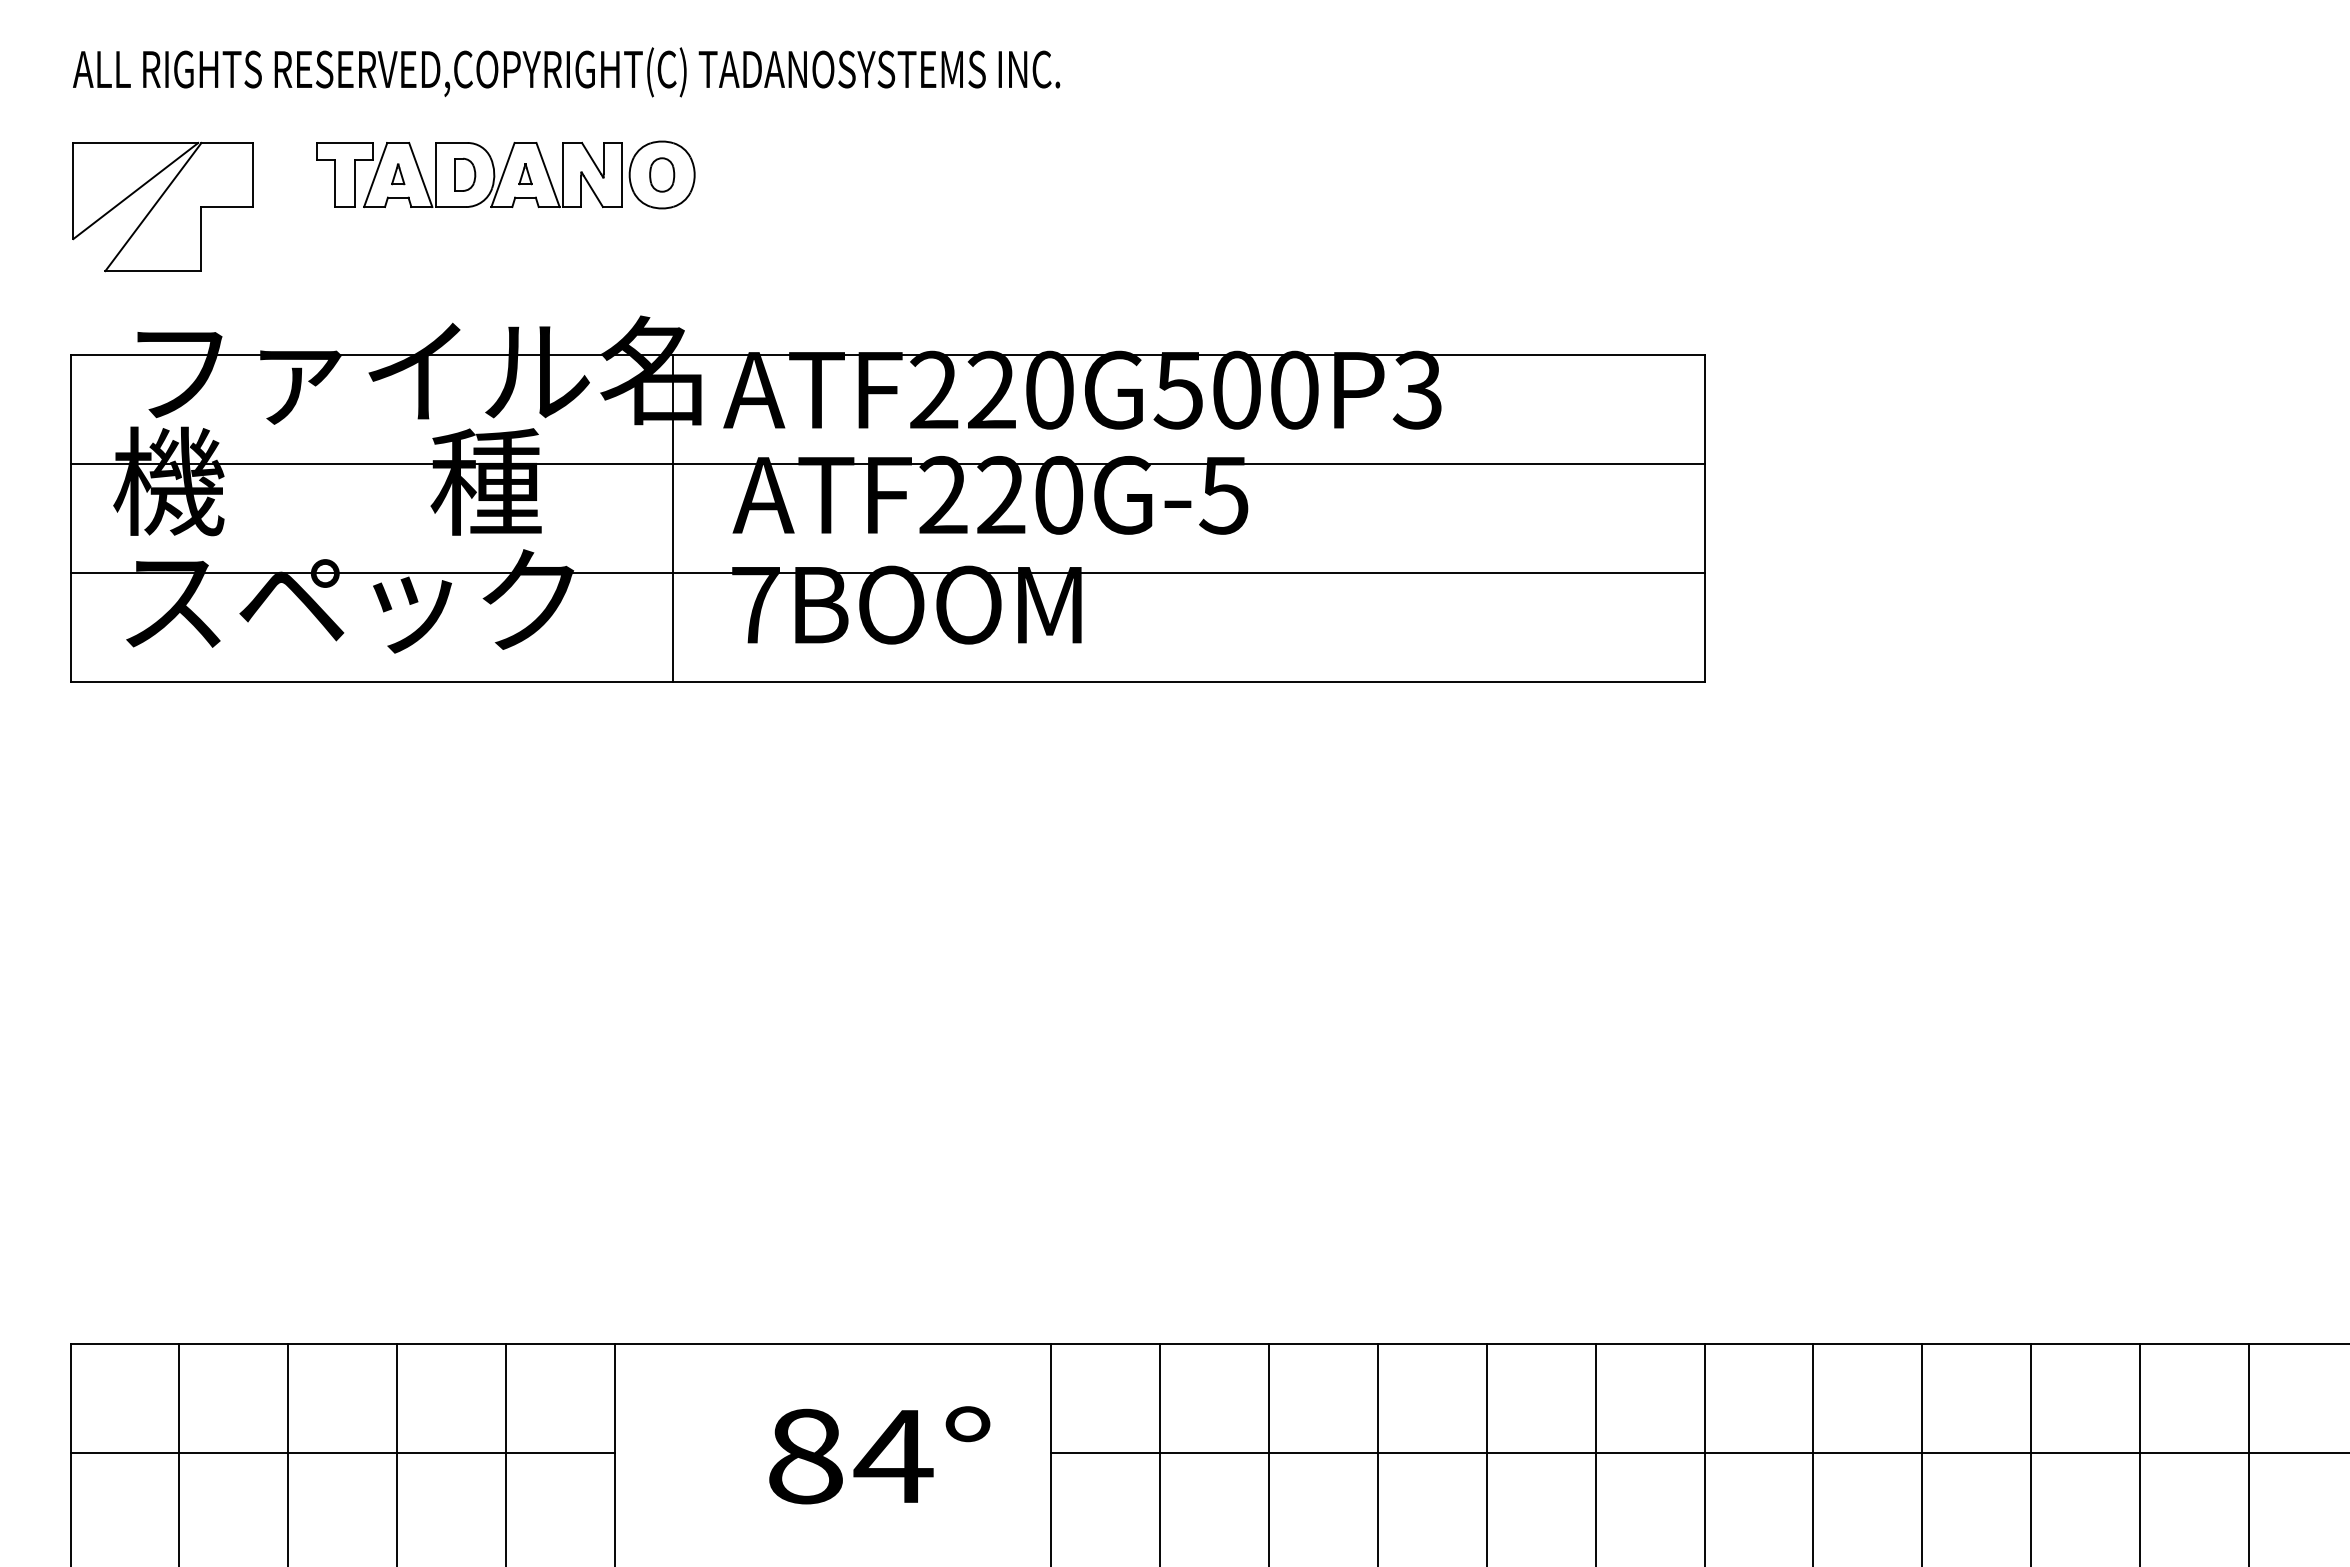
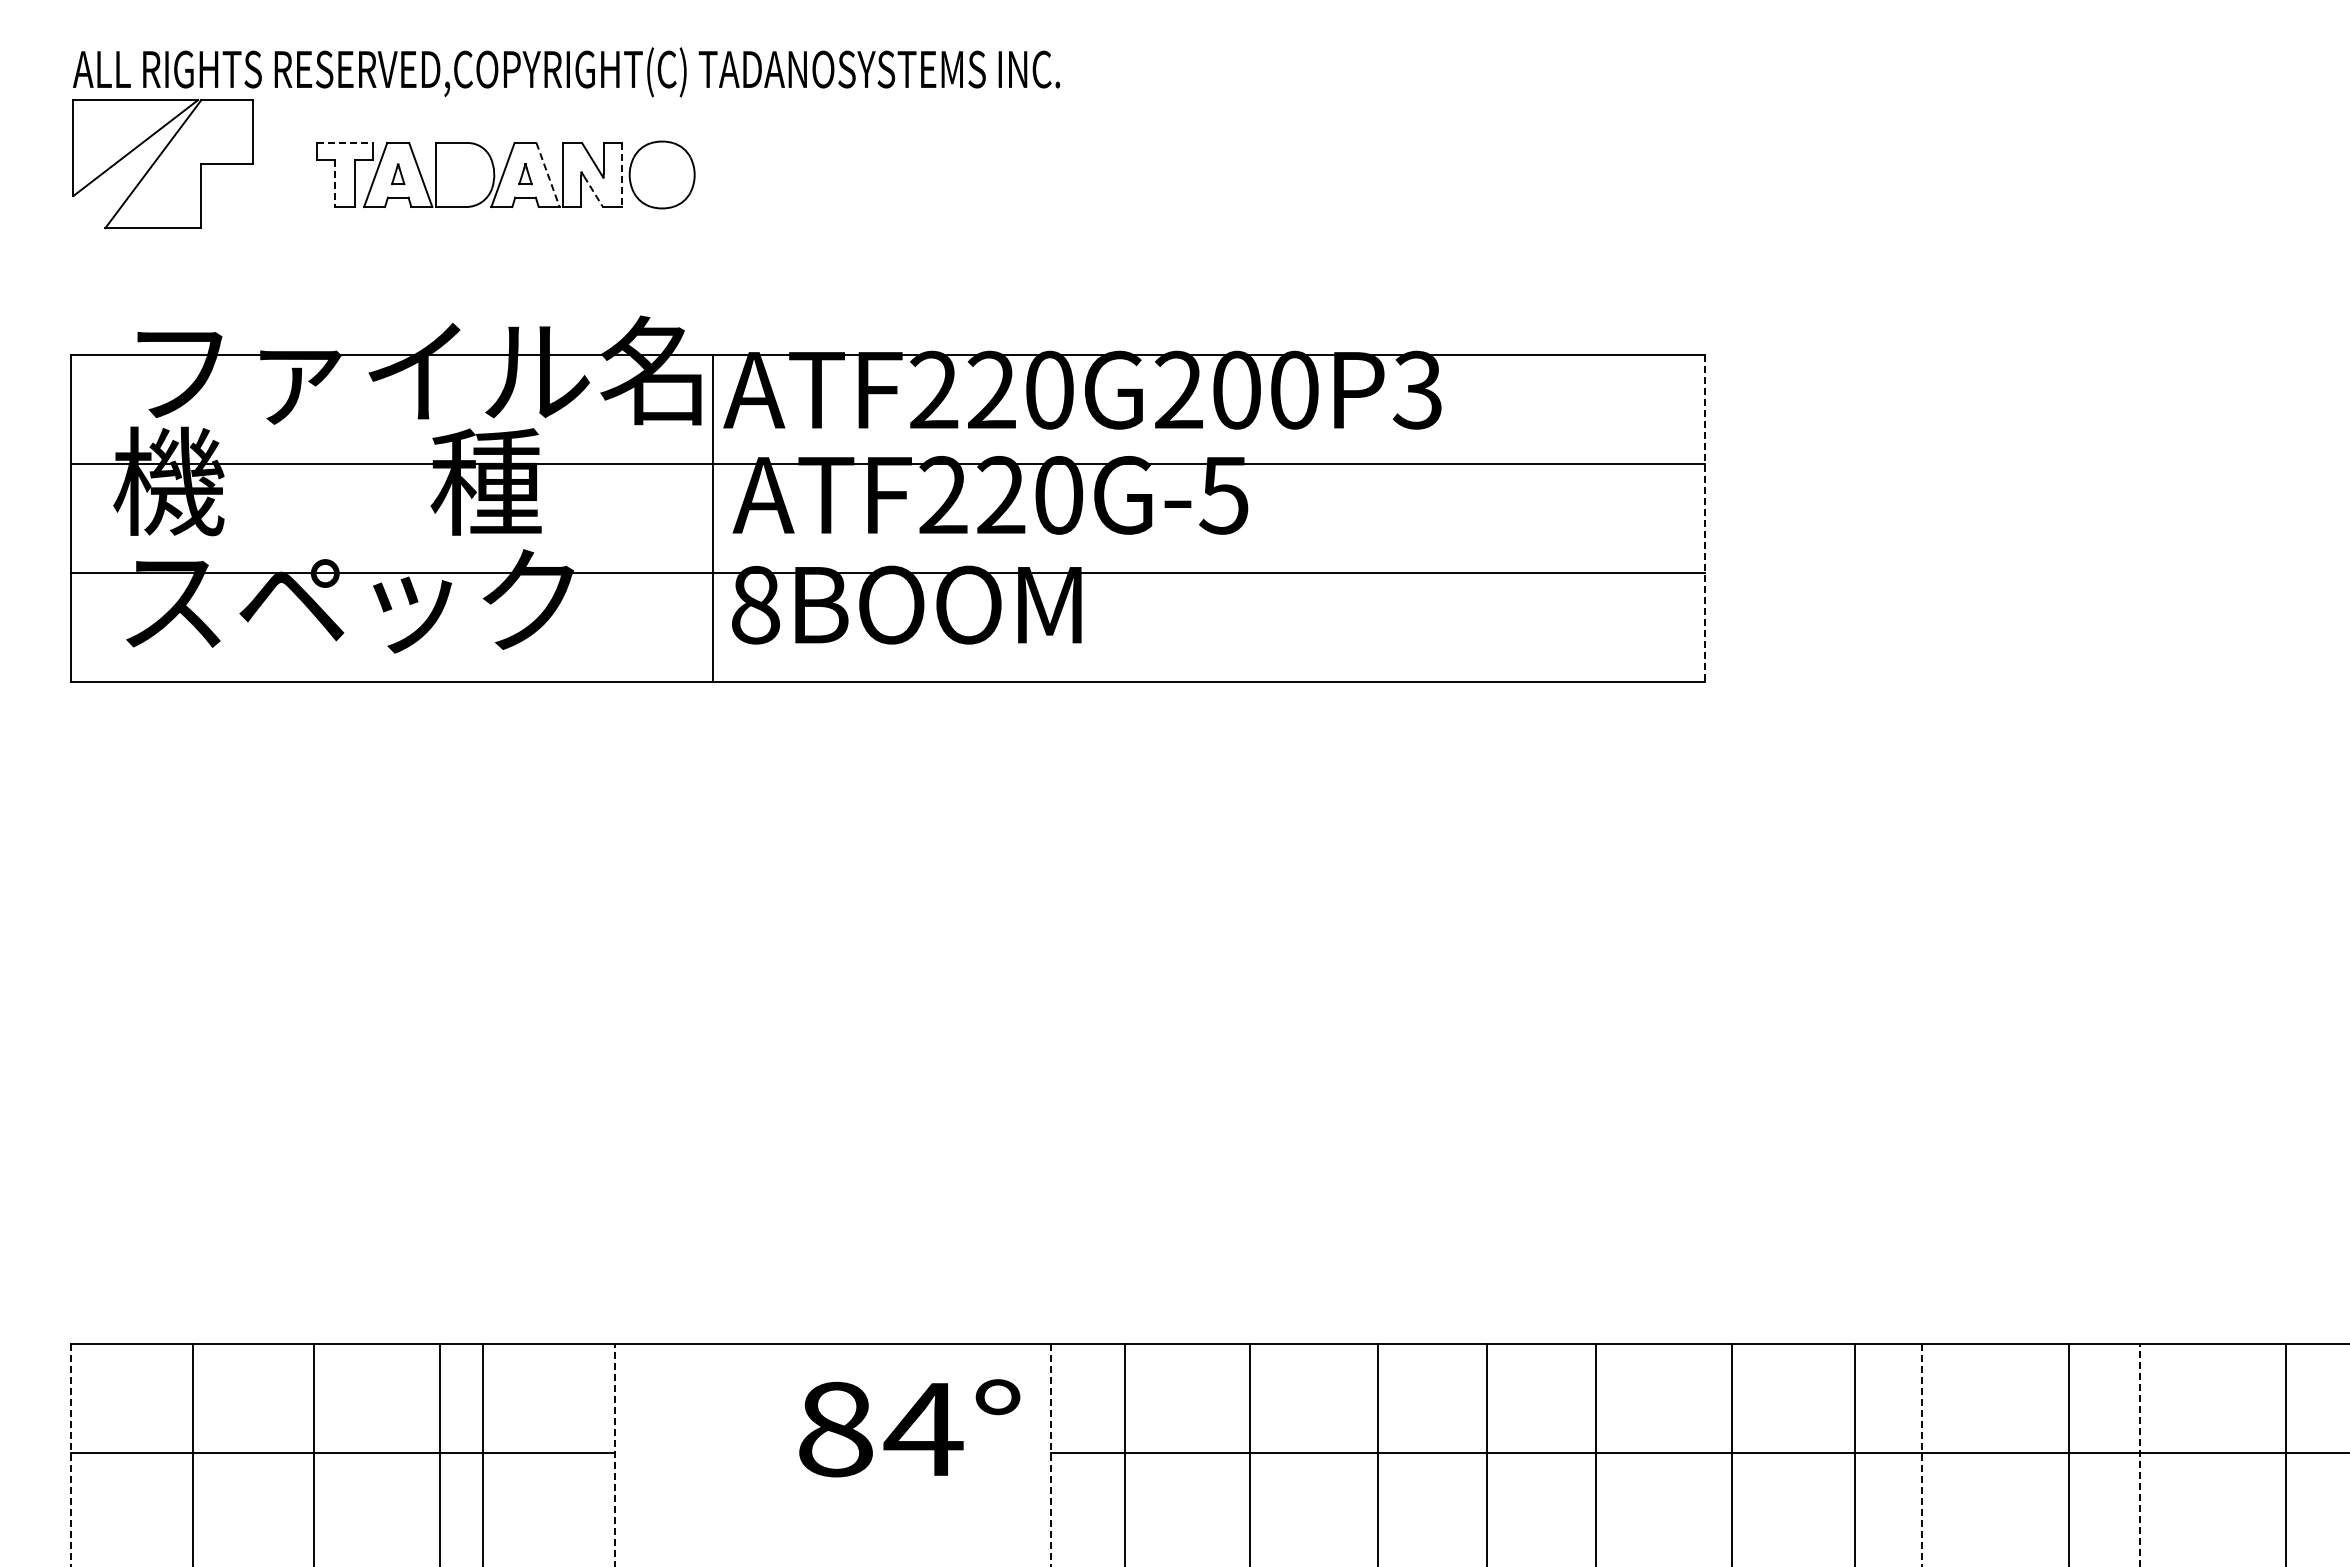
line at (345, 142): solid -> dashed
part at (465, 174): present -> none
part at (662, 174): present -> none
line at (548, 175): solid -> dashed
line at (621, 175): solid -> dashed
line at (334, 184): solid -> dashed
line at (593, 192): solid -> dashed
part at (162, 206) position: (162, 206) -> (162, 163)
text at (1177, 389): ATF220G500P3 -> ATF220G200P3
line at (672, 518) position: (672, 518) -> (712, 518)
line at (1704, 518): solid -> dashed
text at (755, 605): 7BOOM -> 8BOOM
line at (179, 1453) position: (179, 1453) -> (193, 1453)
line at (288, 1453) position: (288, 1453) -> (314, 1453)
line at (397, 1453) position: (397, 1453) -> (440, 1453)
line at (506, 1453) position: (506, 1453) -> (483, 1453)
line at (1159, 1453) position: (1159, 1453) -> (1124, 1453)
line at (1268, 1453) position: (1268, 1453) -> (1249, 1453)
line at (1704, 1453) position: (1704, 1453) -> (1731, 1453)
line at (1813, 1453) position: (1813, 1453) -> (1855, 1453)
line at (2031, 1453) position: (2031, 1453) -> (2069, 1453)
line at (2249, 1453) position: (2249, 1453) -> (2286, 1453)
line at (2140, 1454): solid -> dashed
line at (70, 1455): solid -> dashed
line at (615, 1455): solid -> dashed
text at (879, 1455) position: (879, 1455) -> (909, 1428)
line at (1050, 1456): solid -> dashed
line at (1922, 1456): solid -> dashed
